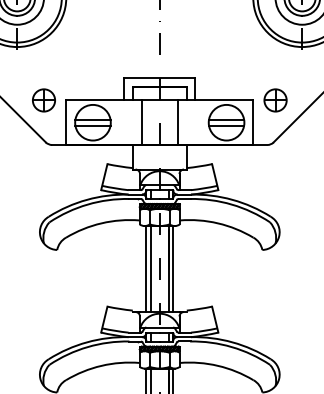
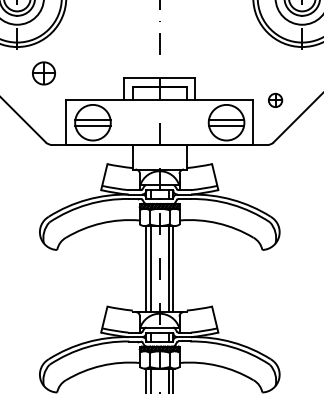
part at (43, 100) position: (43, 100) -> (43, 73)
part at (275, 100) size: 25x25 px -> 16x16 px
line at (141, 122): present -> none
line at (177, 122): present -> none
